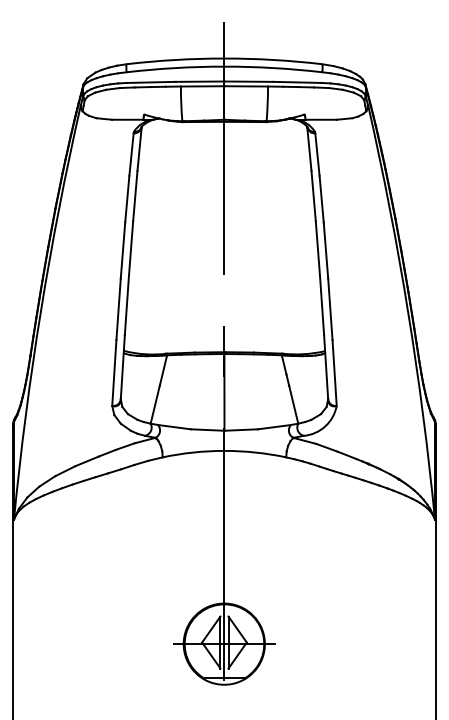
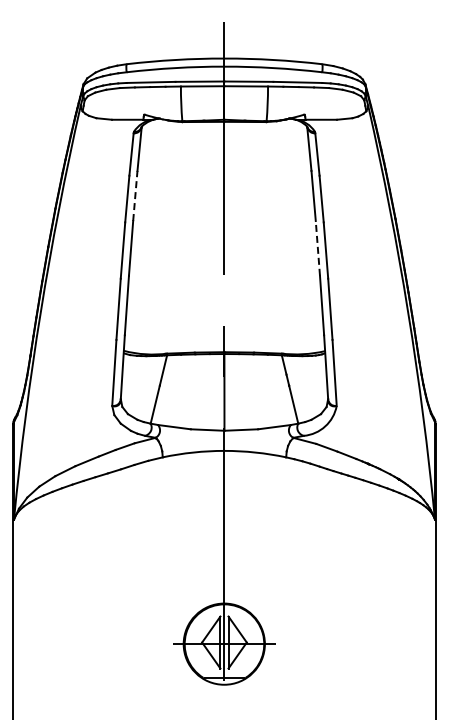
line at (135, 195): solid -> dashed
line at (317, 247): solid -> dashed
